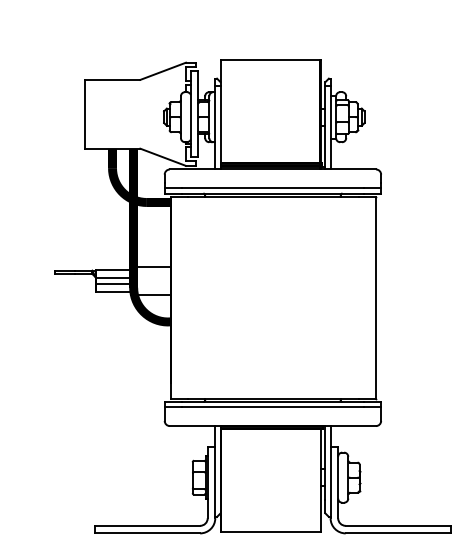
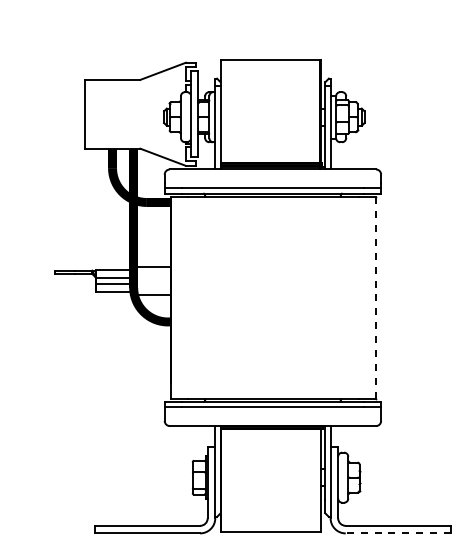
line at (376, 297): solid -> dashed
line at (398, 533): solid -> dashed
